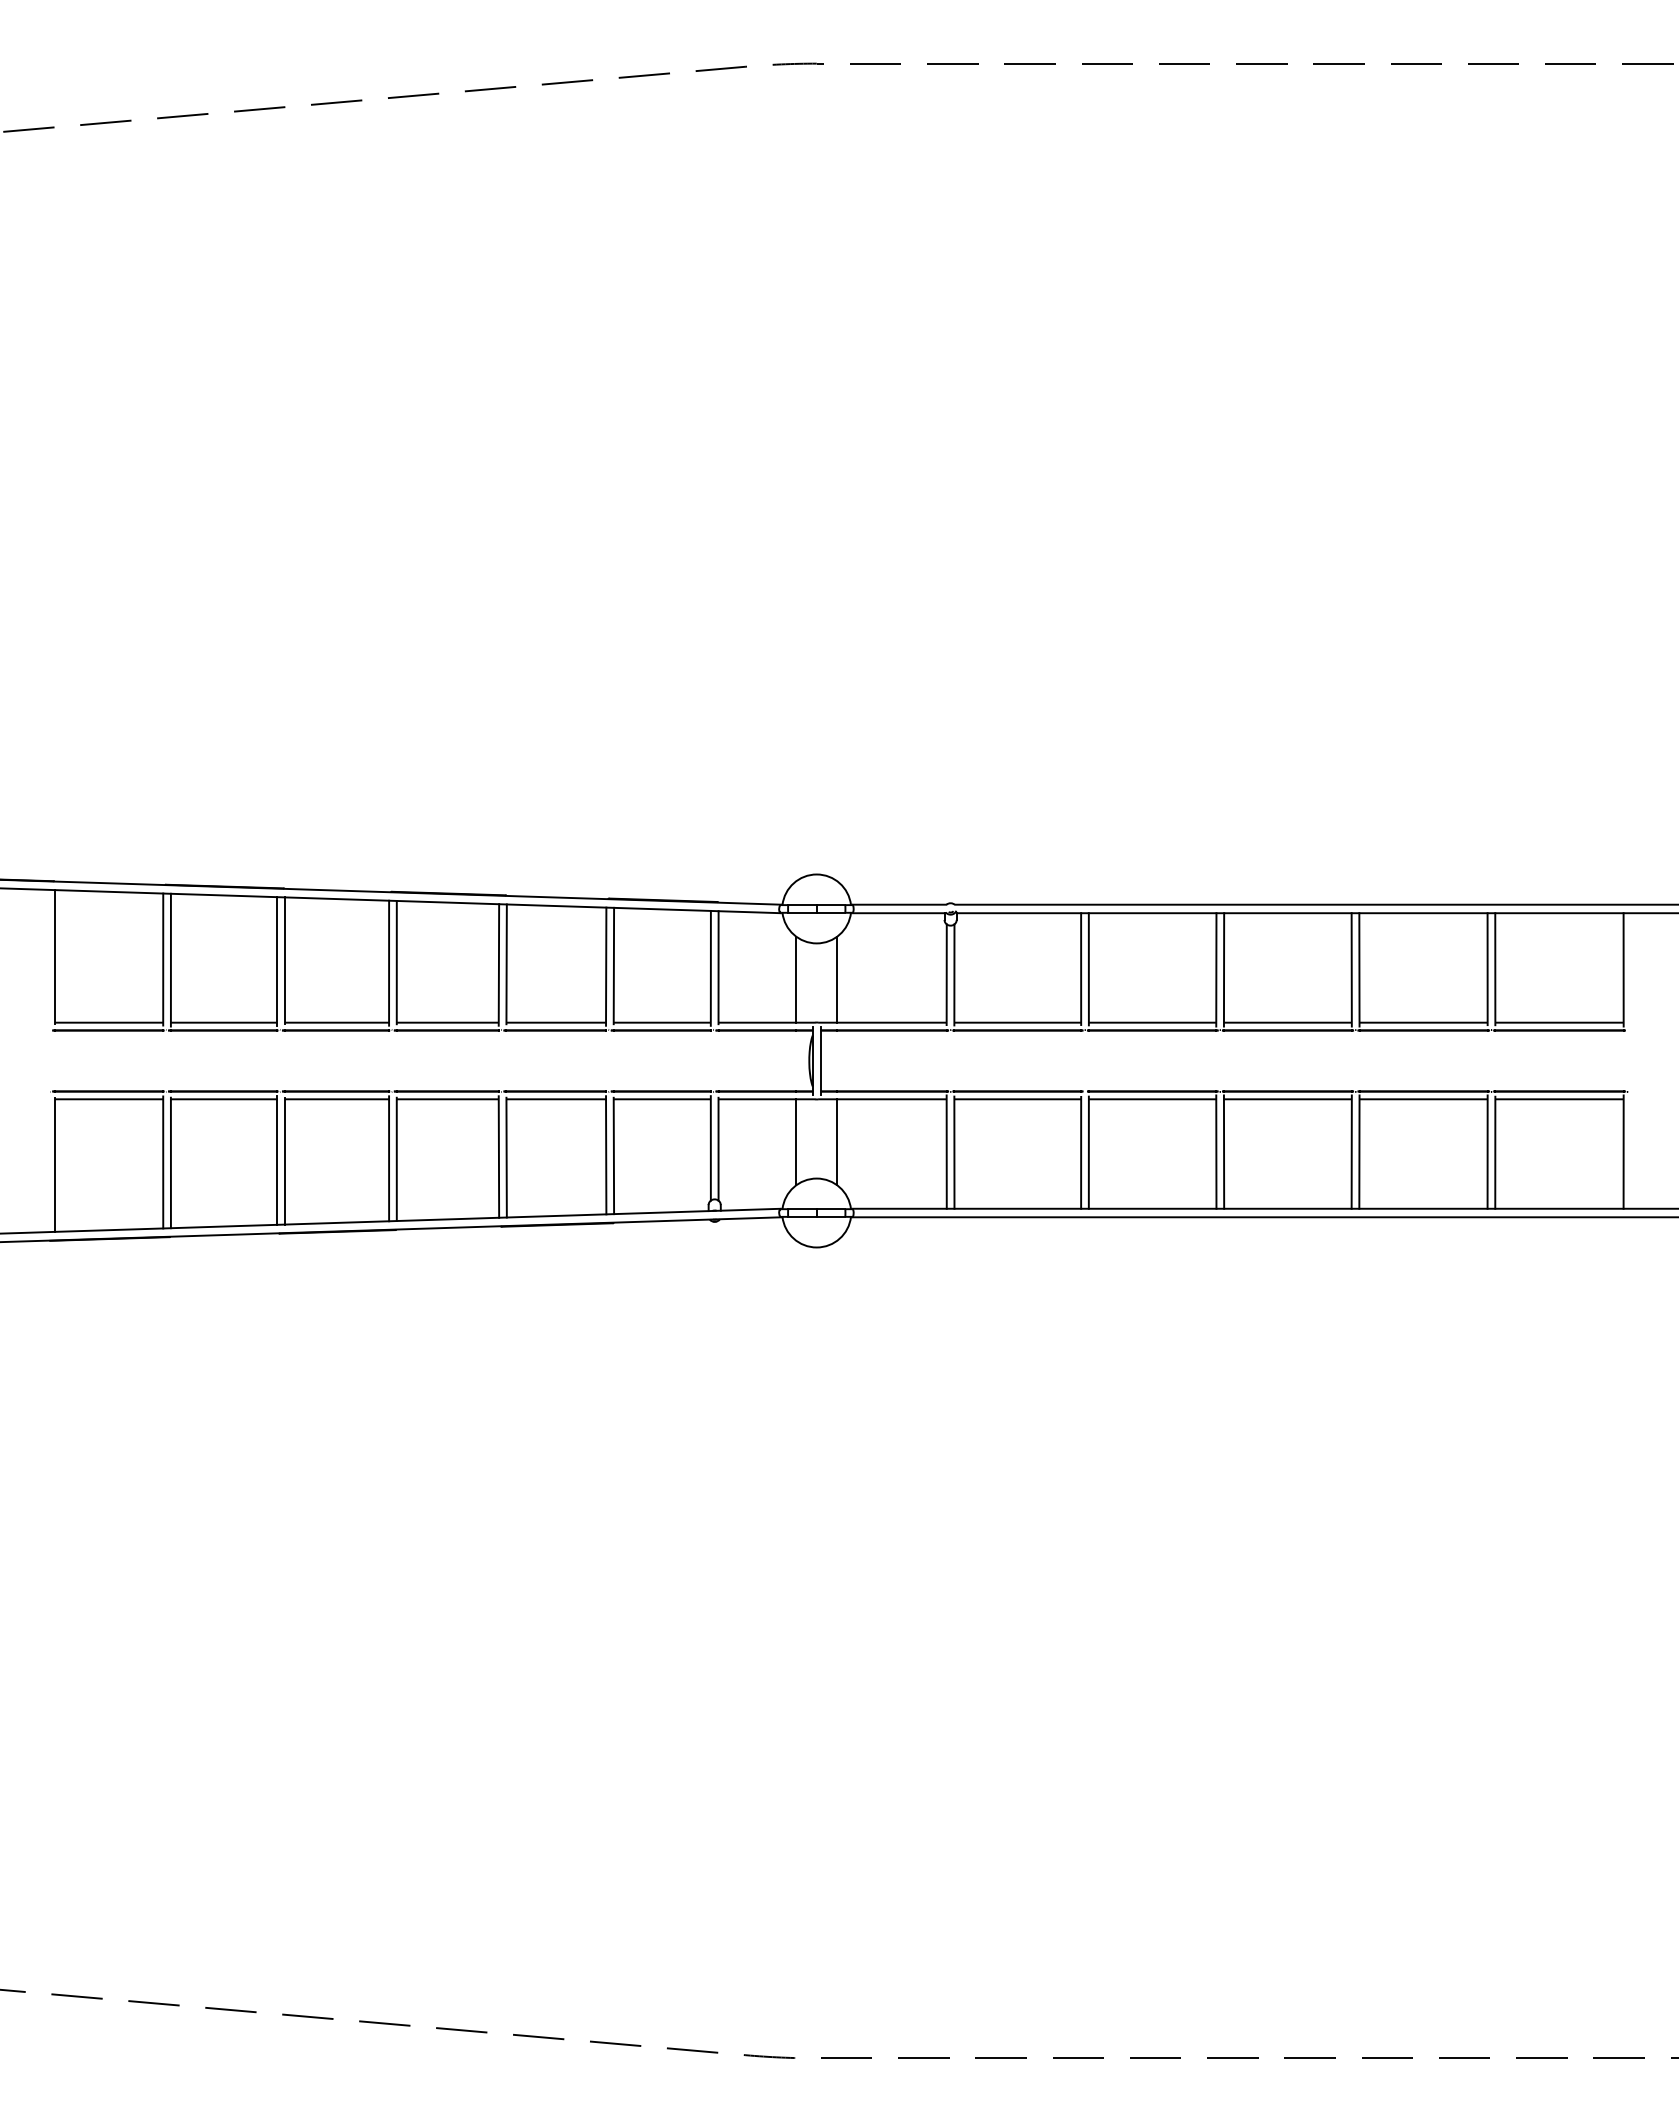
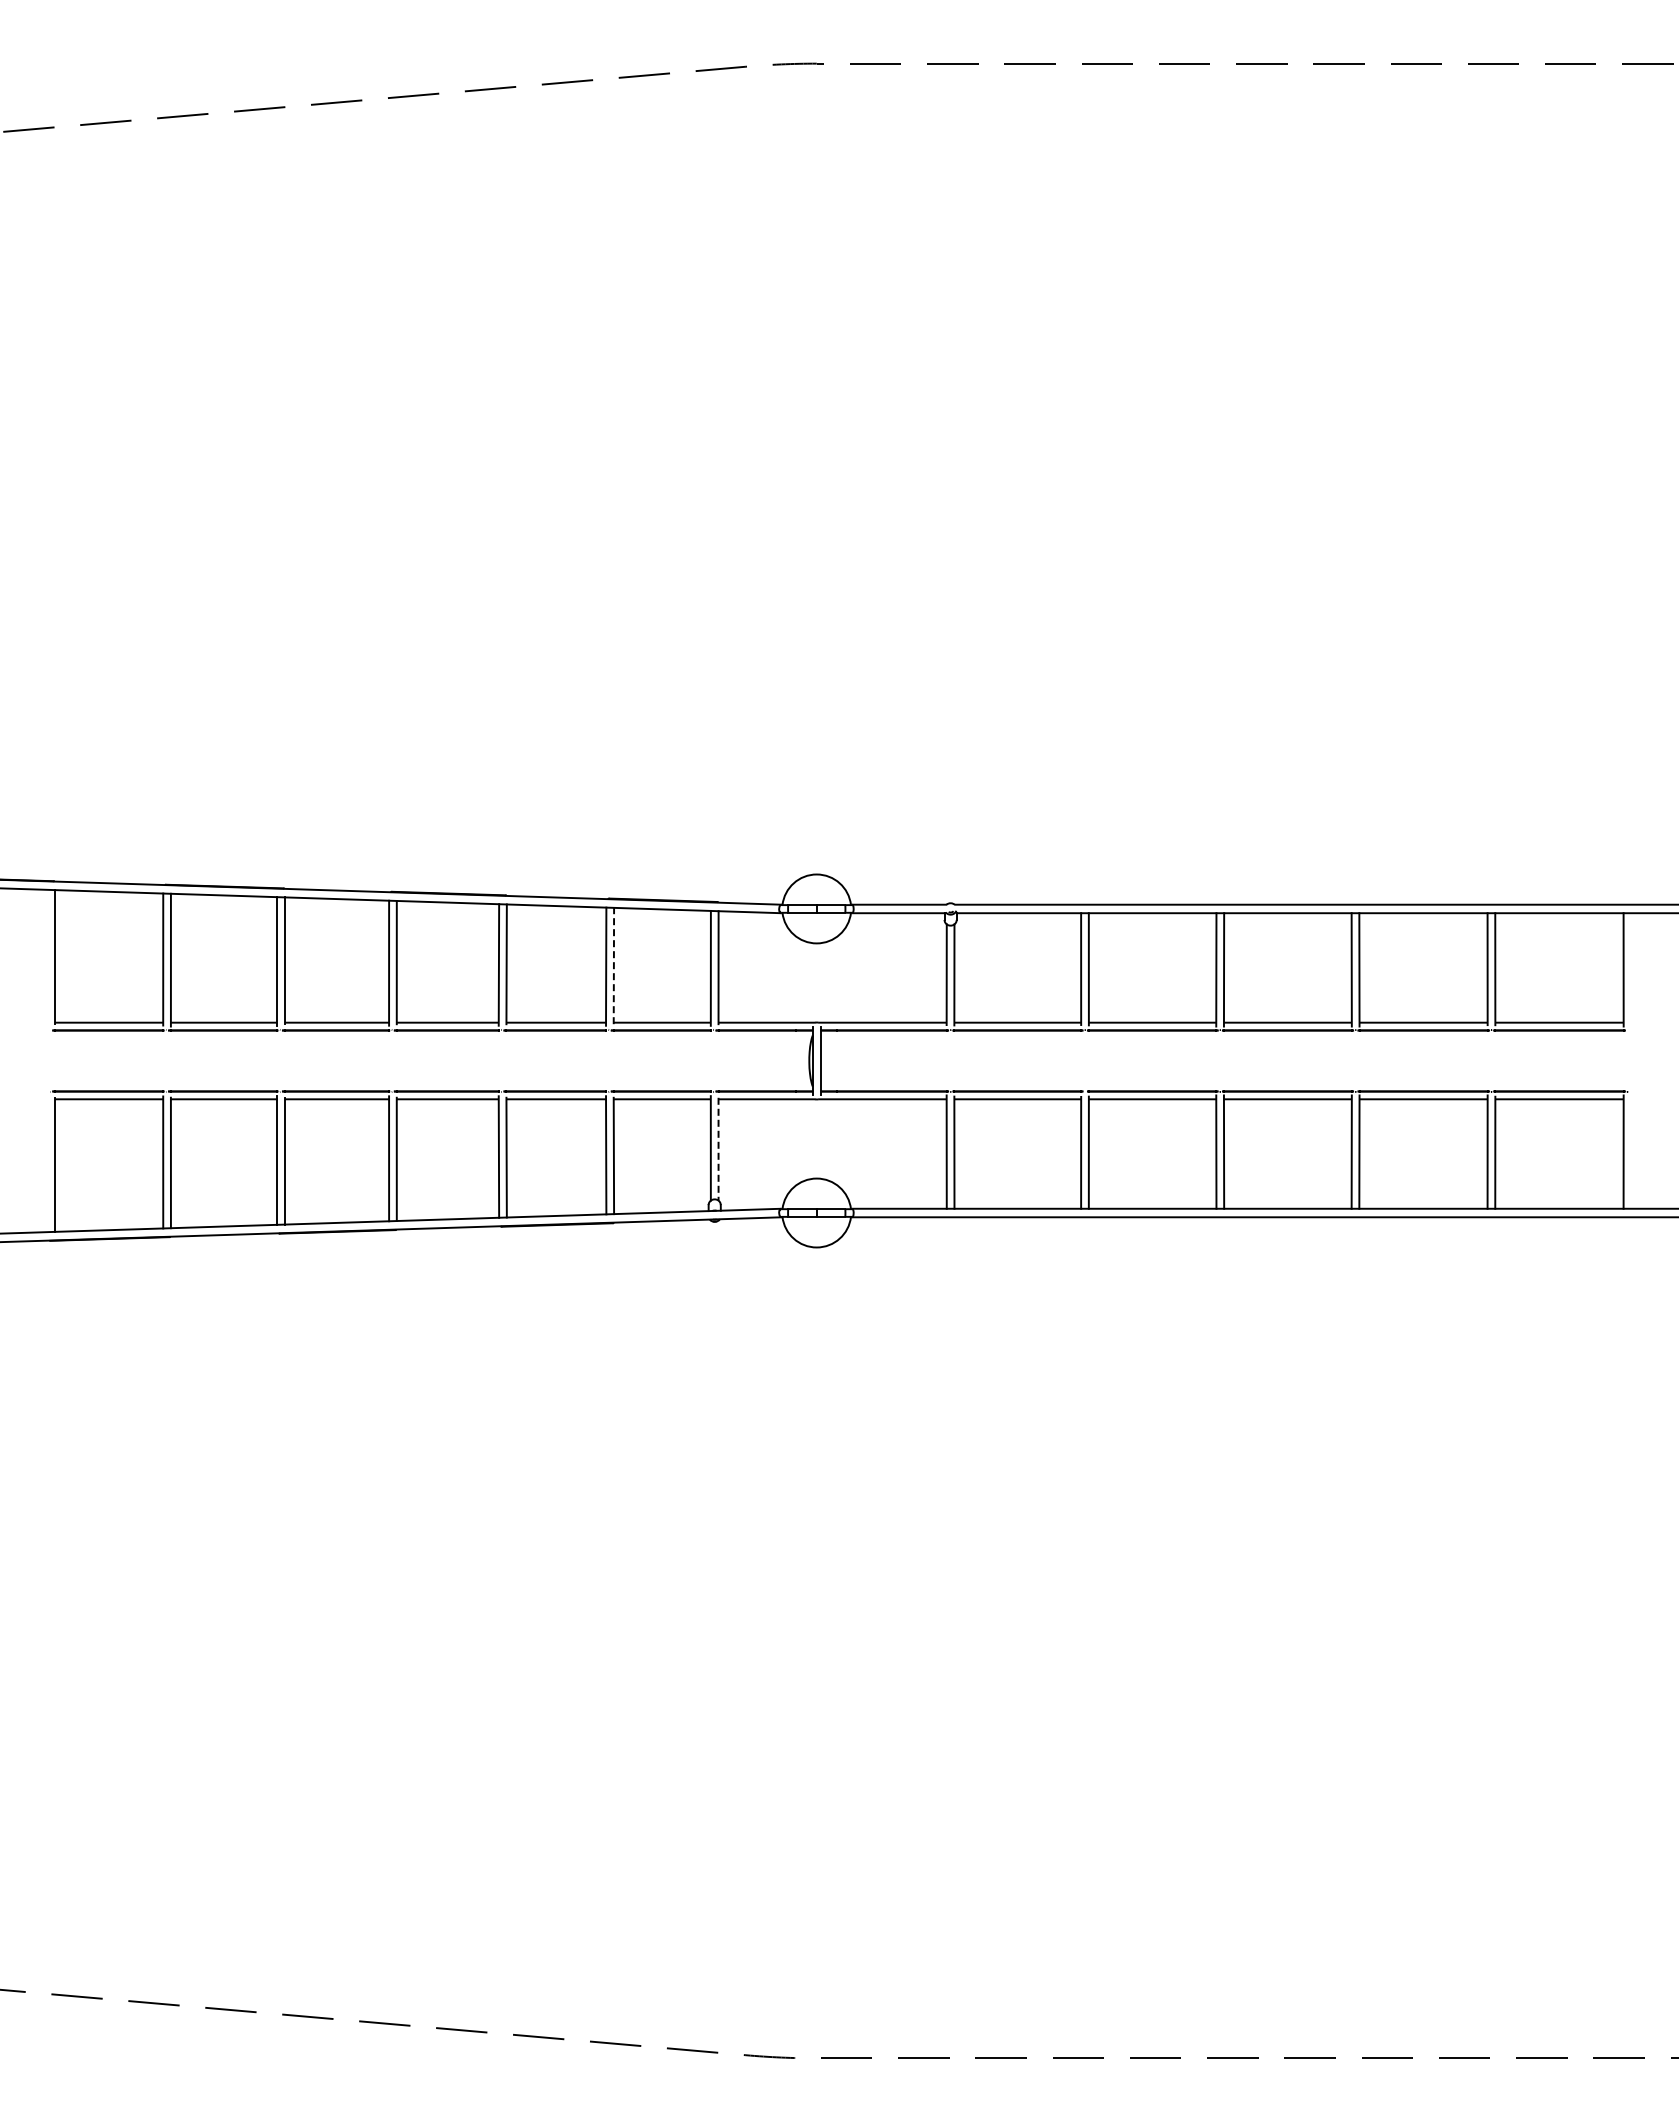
line at (613, 965): solid -> dashed
line at (796, 979): present -> none
line at (837, 979): present -> none
line at (796, 1142): present -> none
line at (837, 1142): present -> none
line at (718, 1149): solid -> dashed
